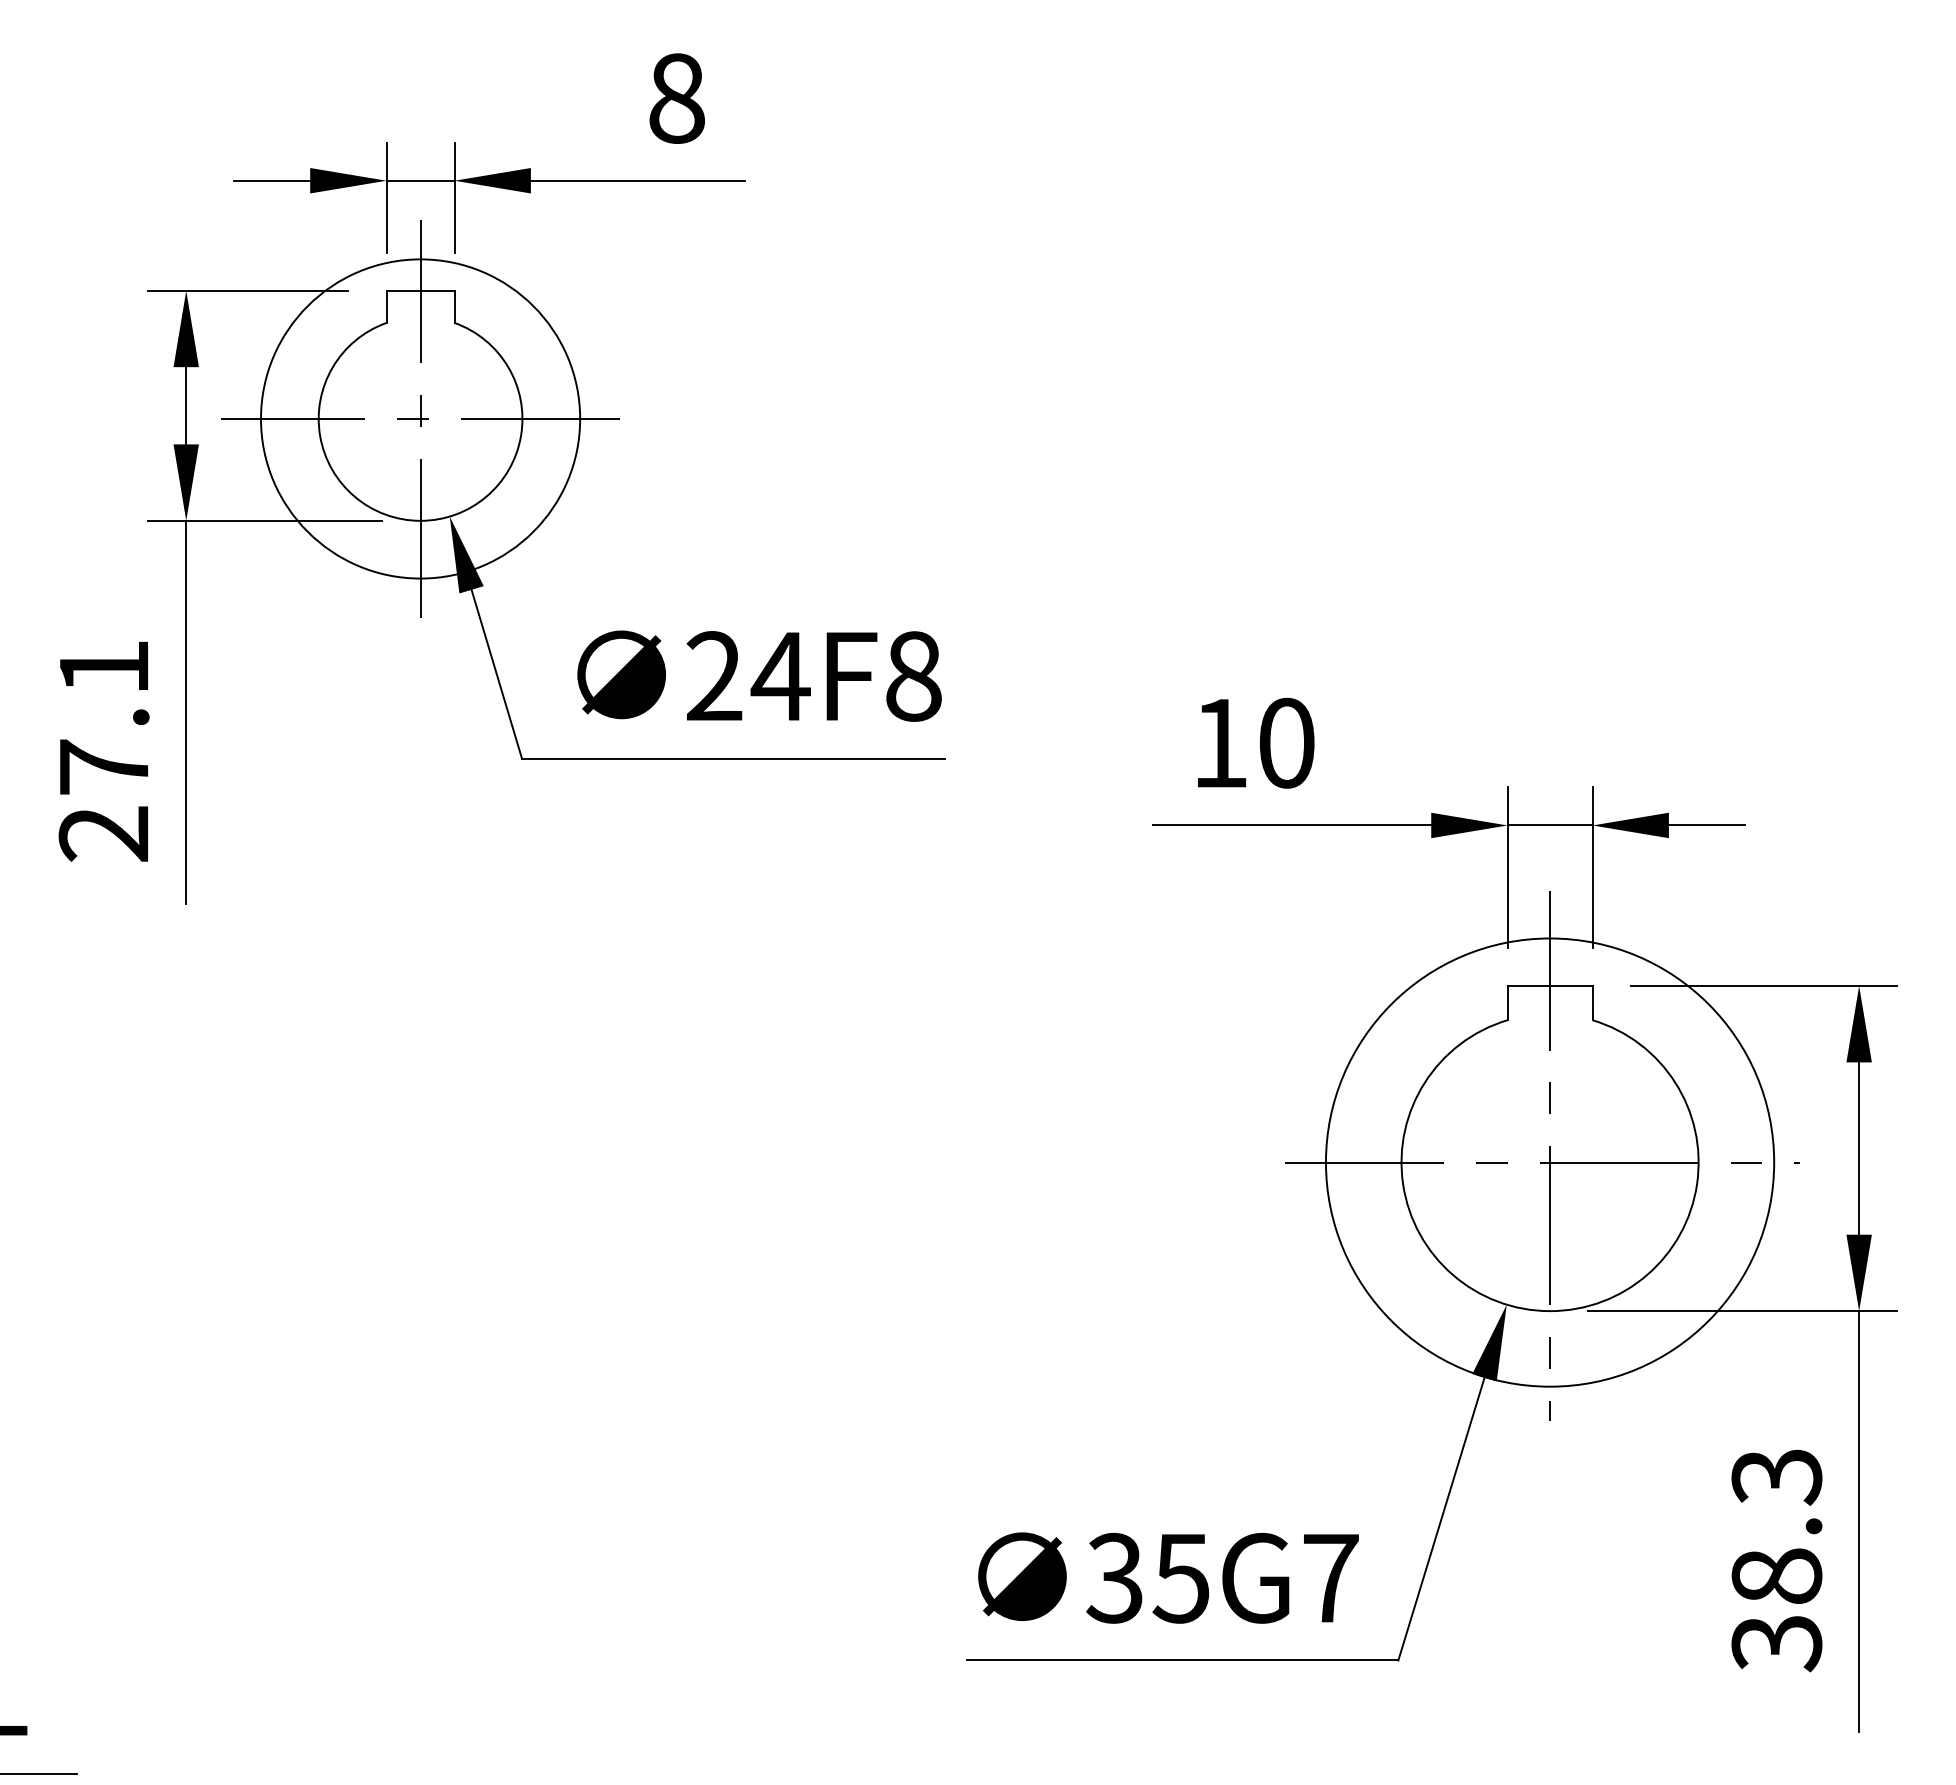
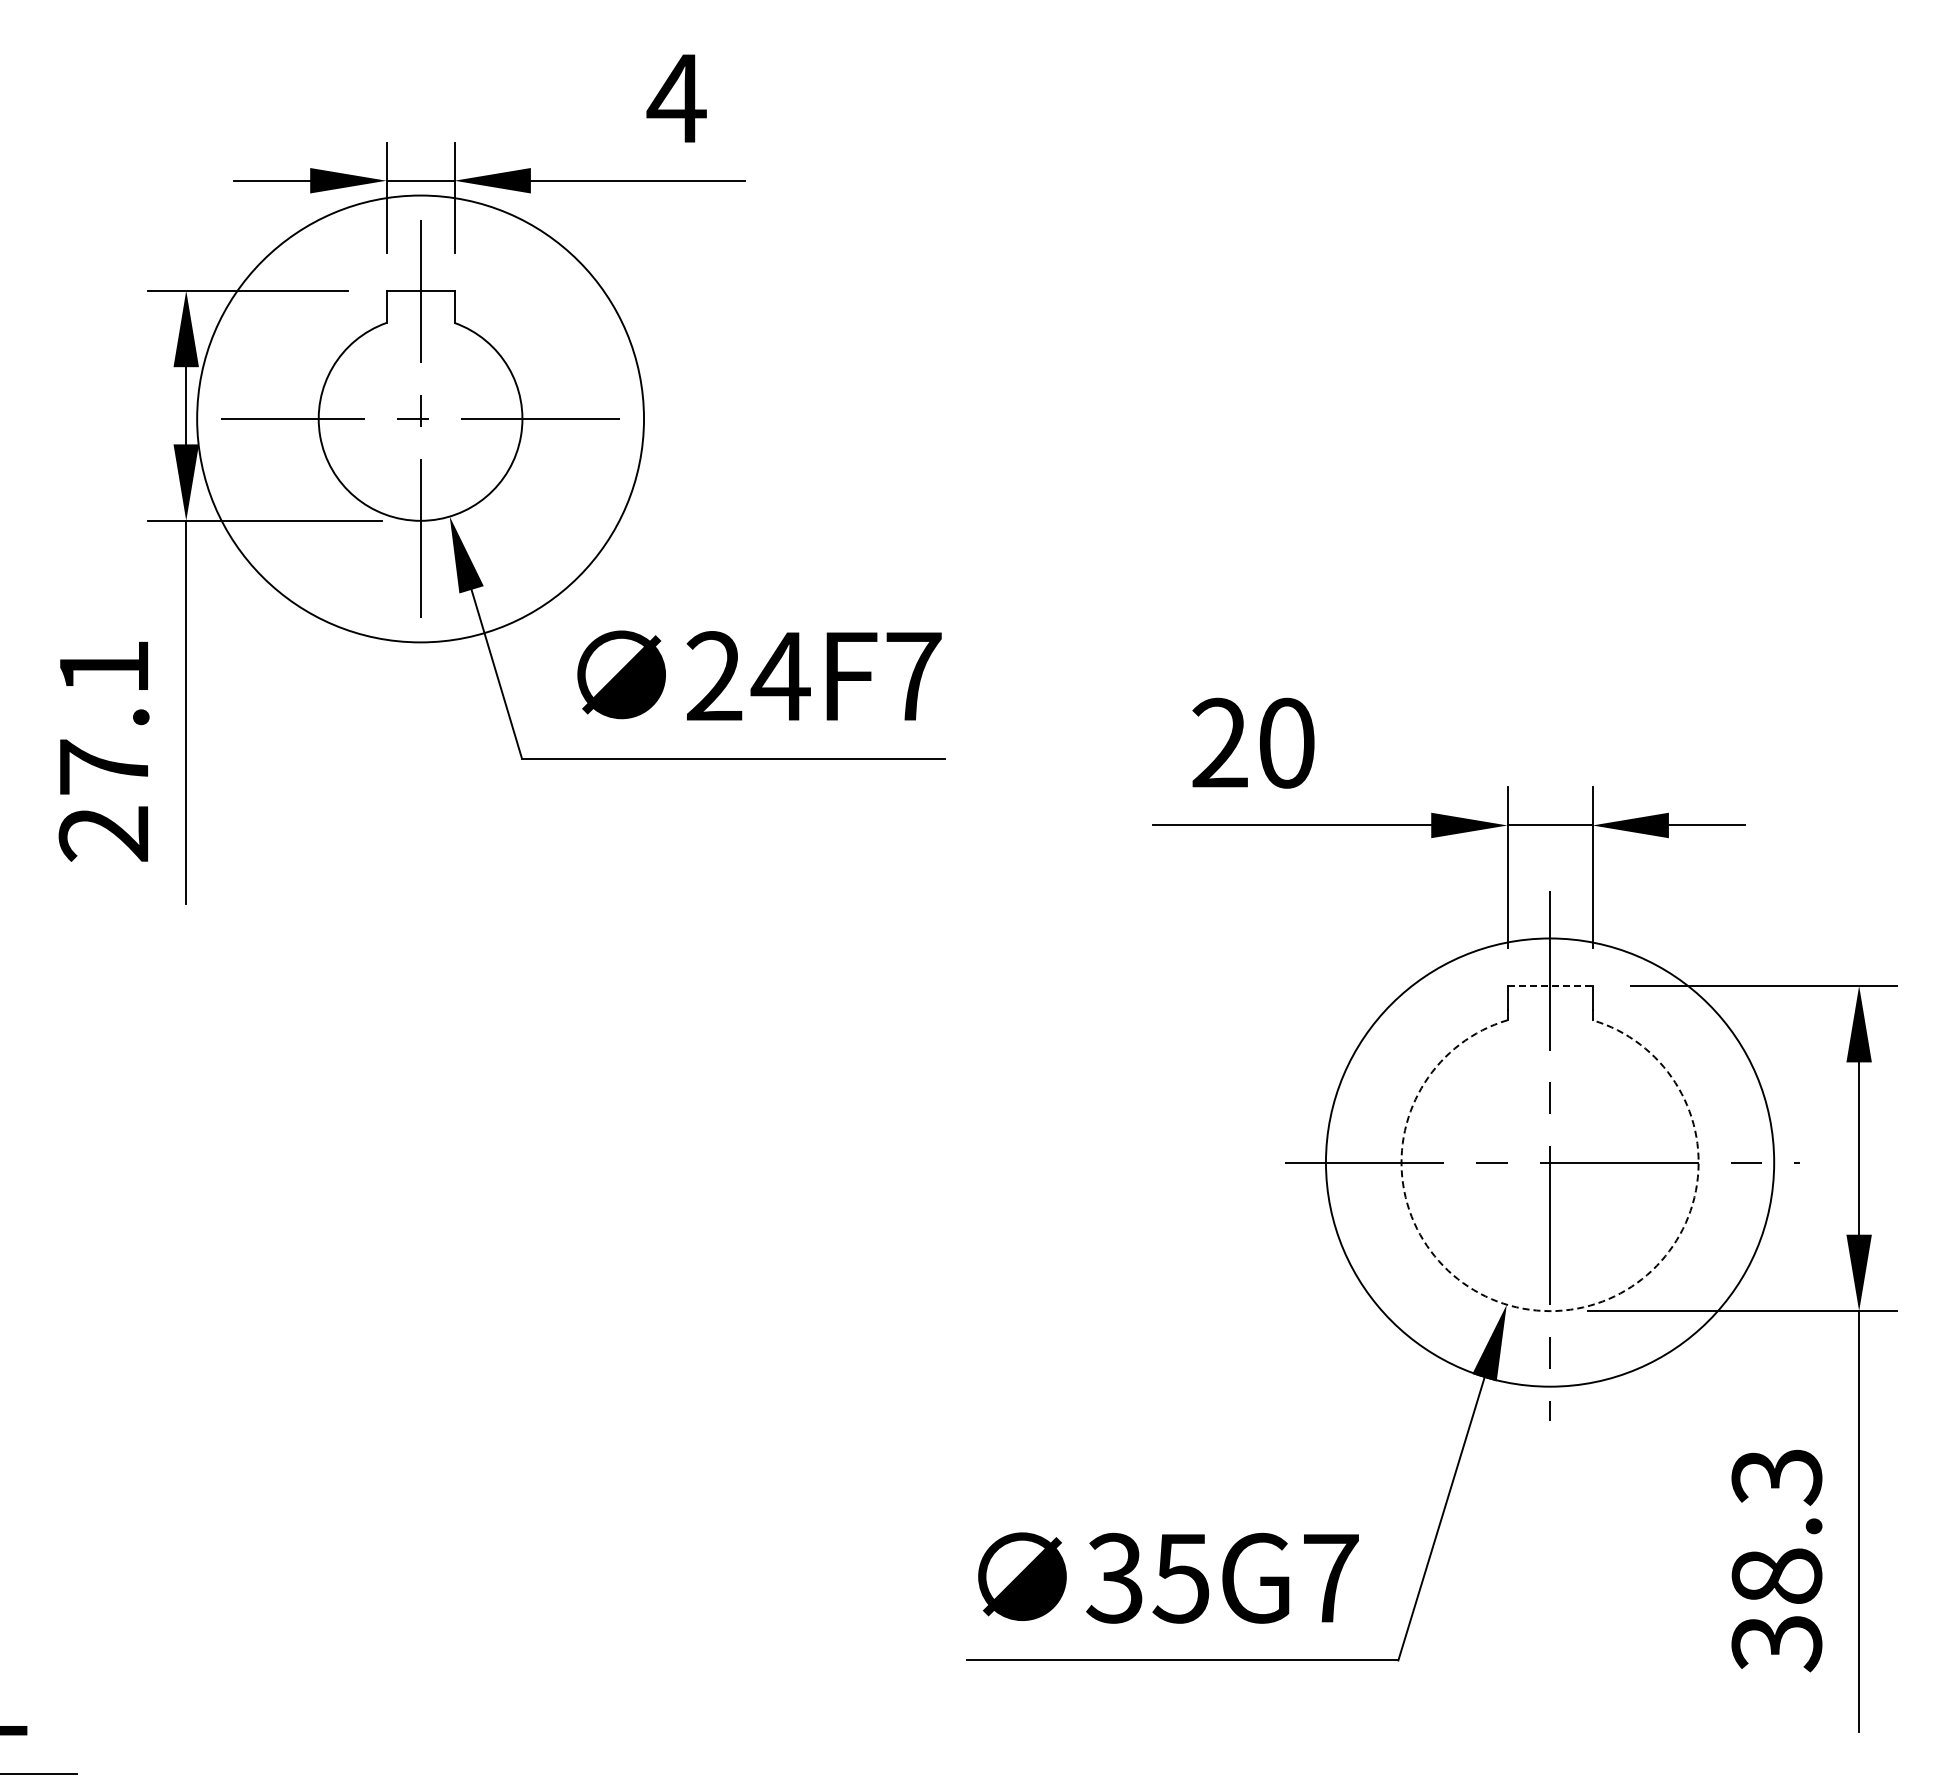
text at (676, 98): 8 -> 4
circle at (420, 418) diameter: 319 px -> 447 px
text at (913, 676): 24F8 -> 24F7
text at (1219, 742): 10 -> 20
line at (1550, 986): solid -> dashed
arc at (1550, 1311): solid -> dashed
